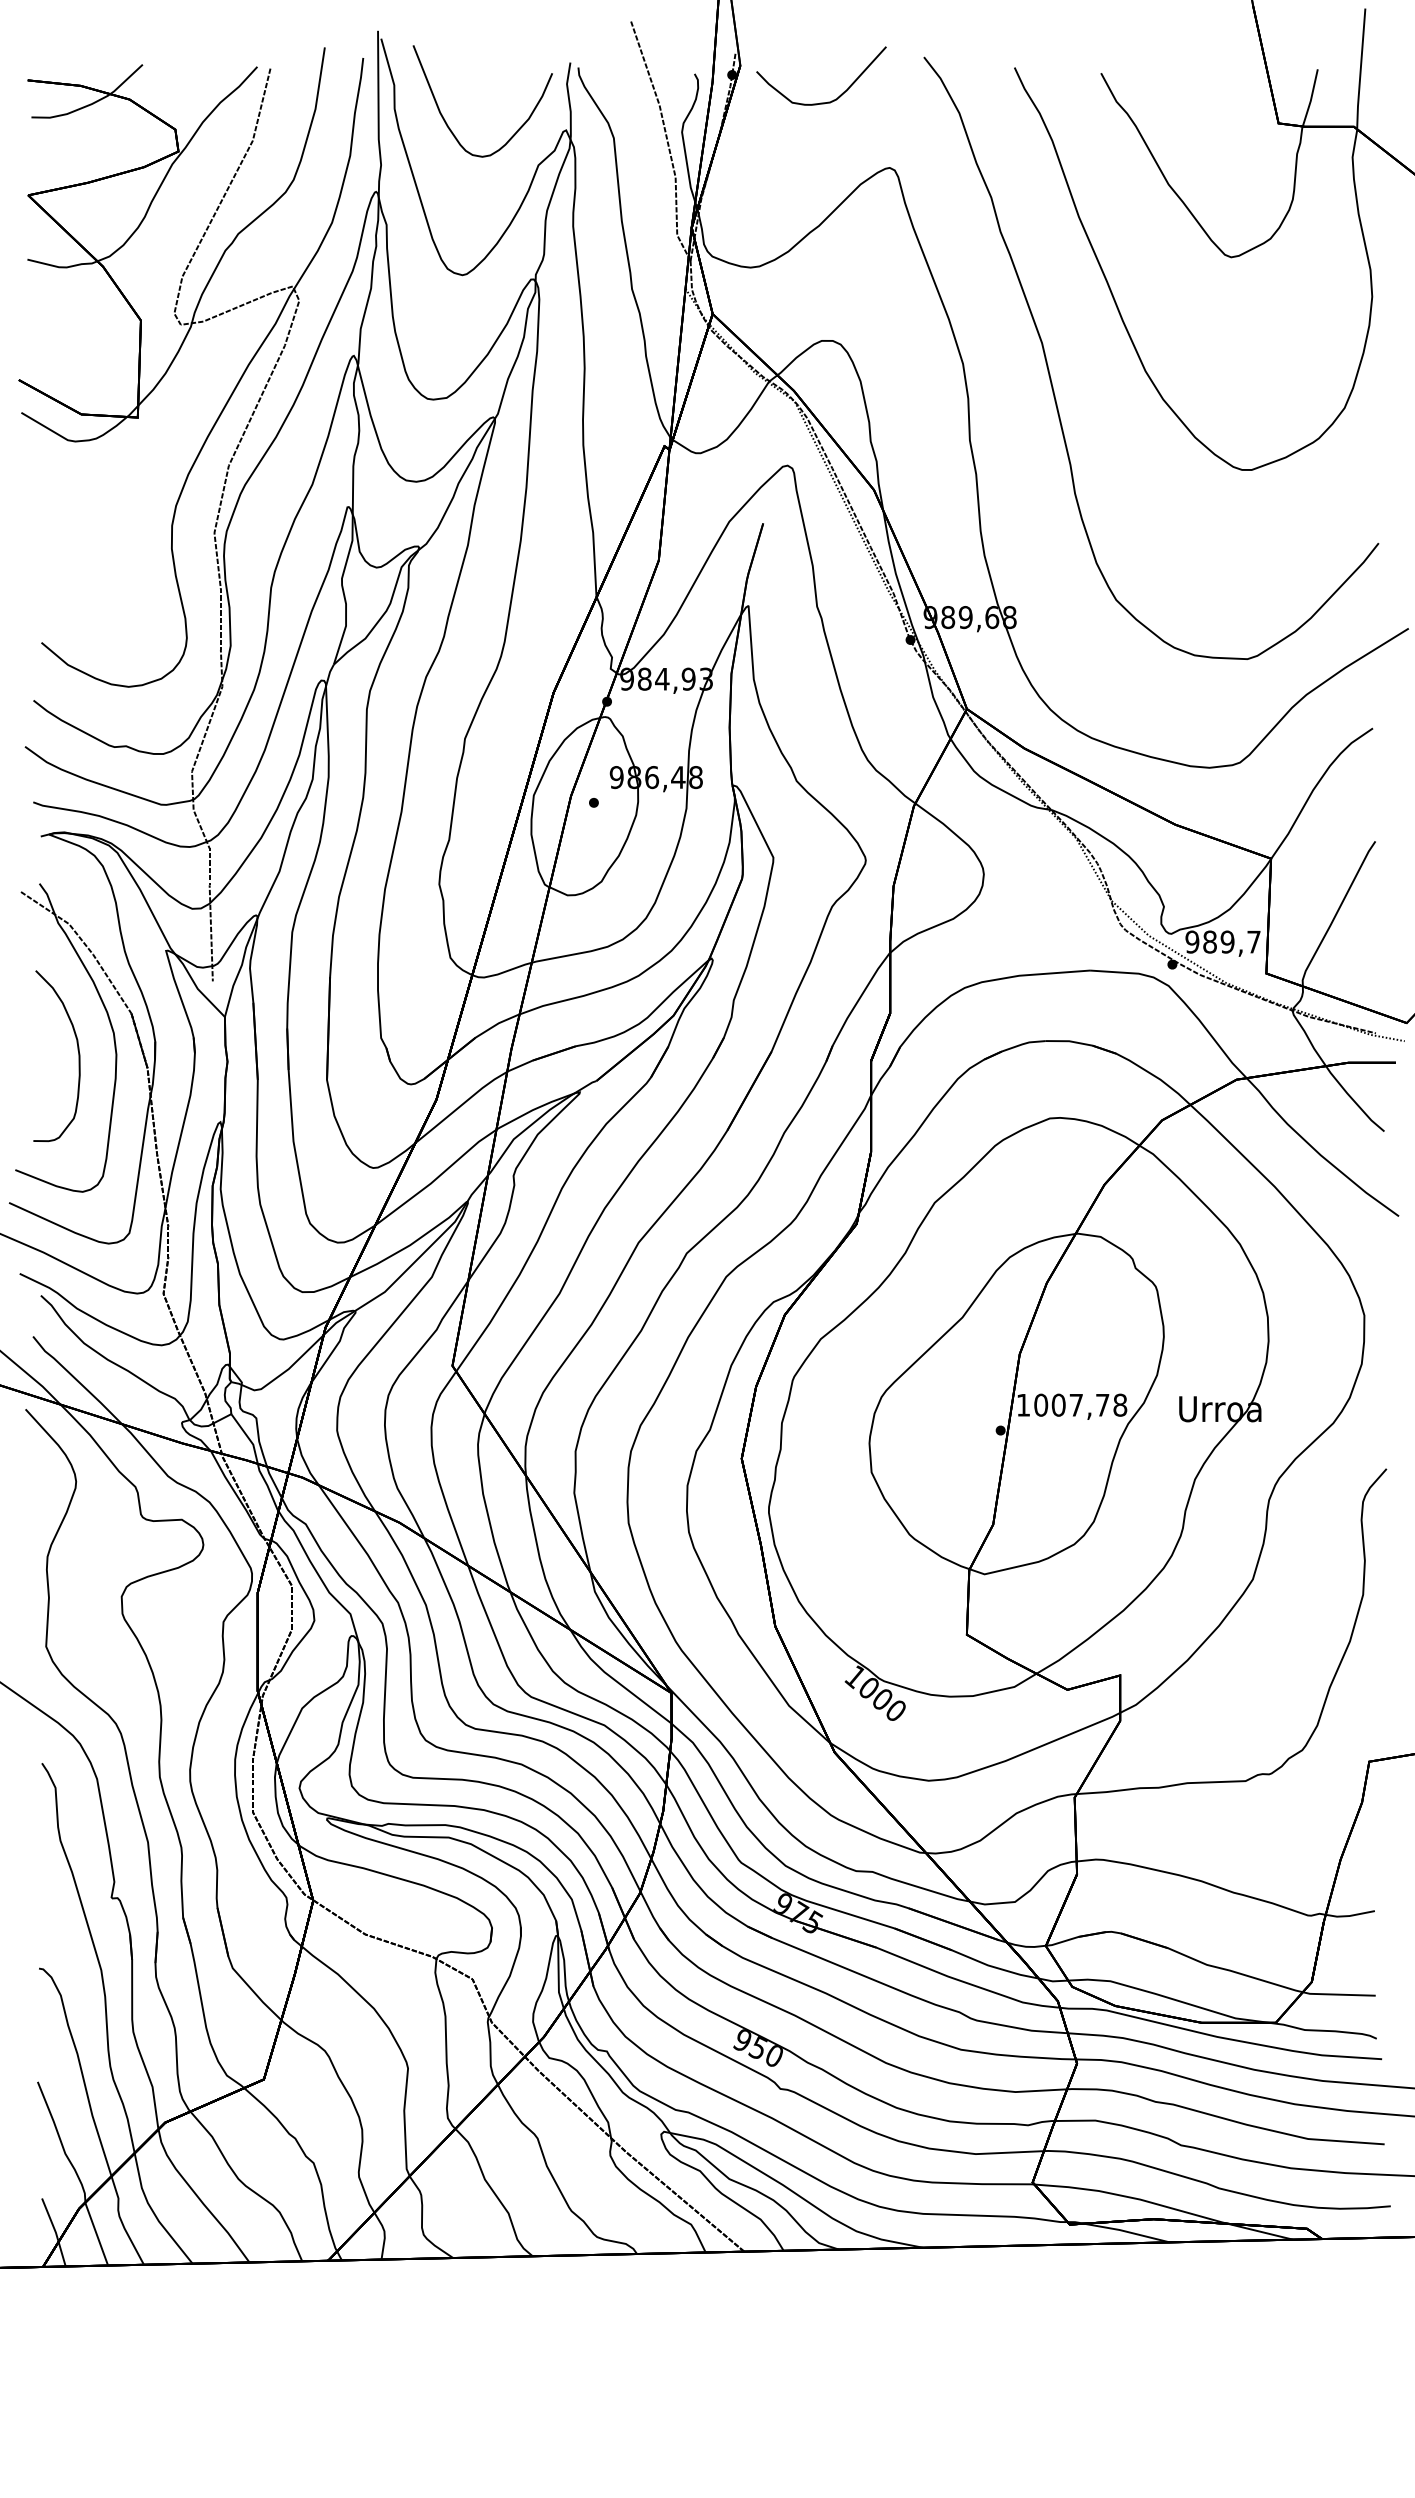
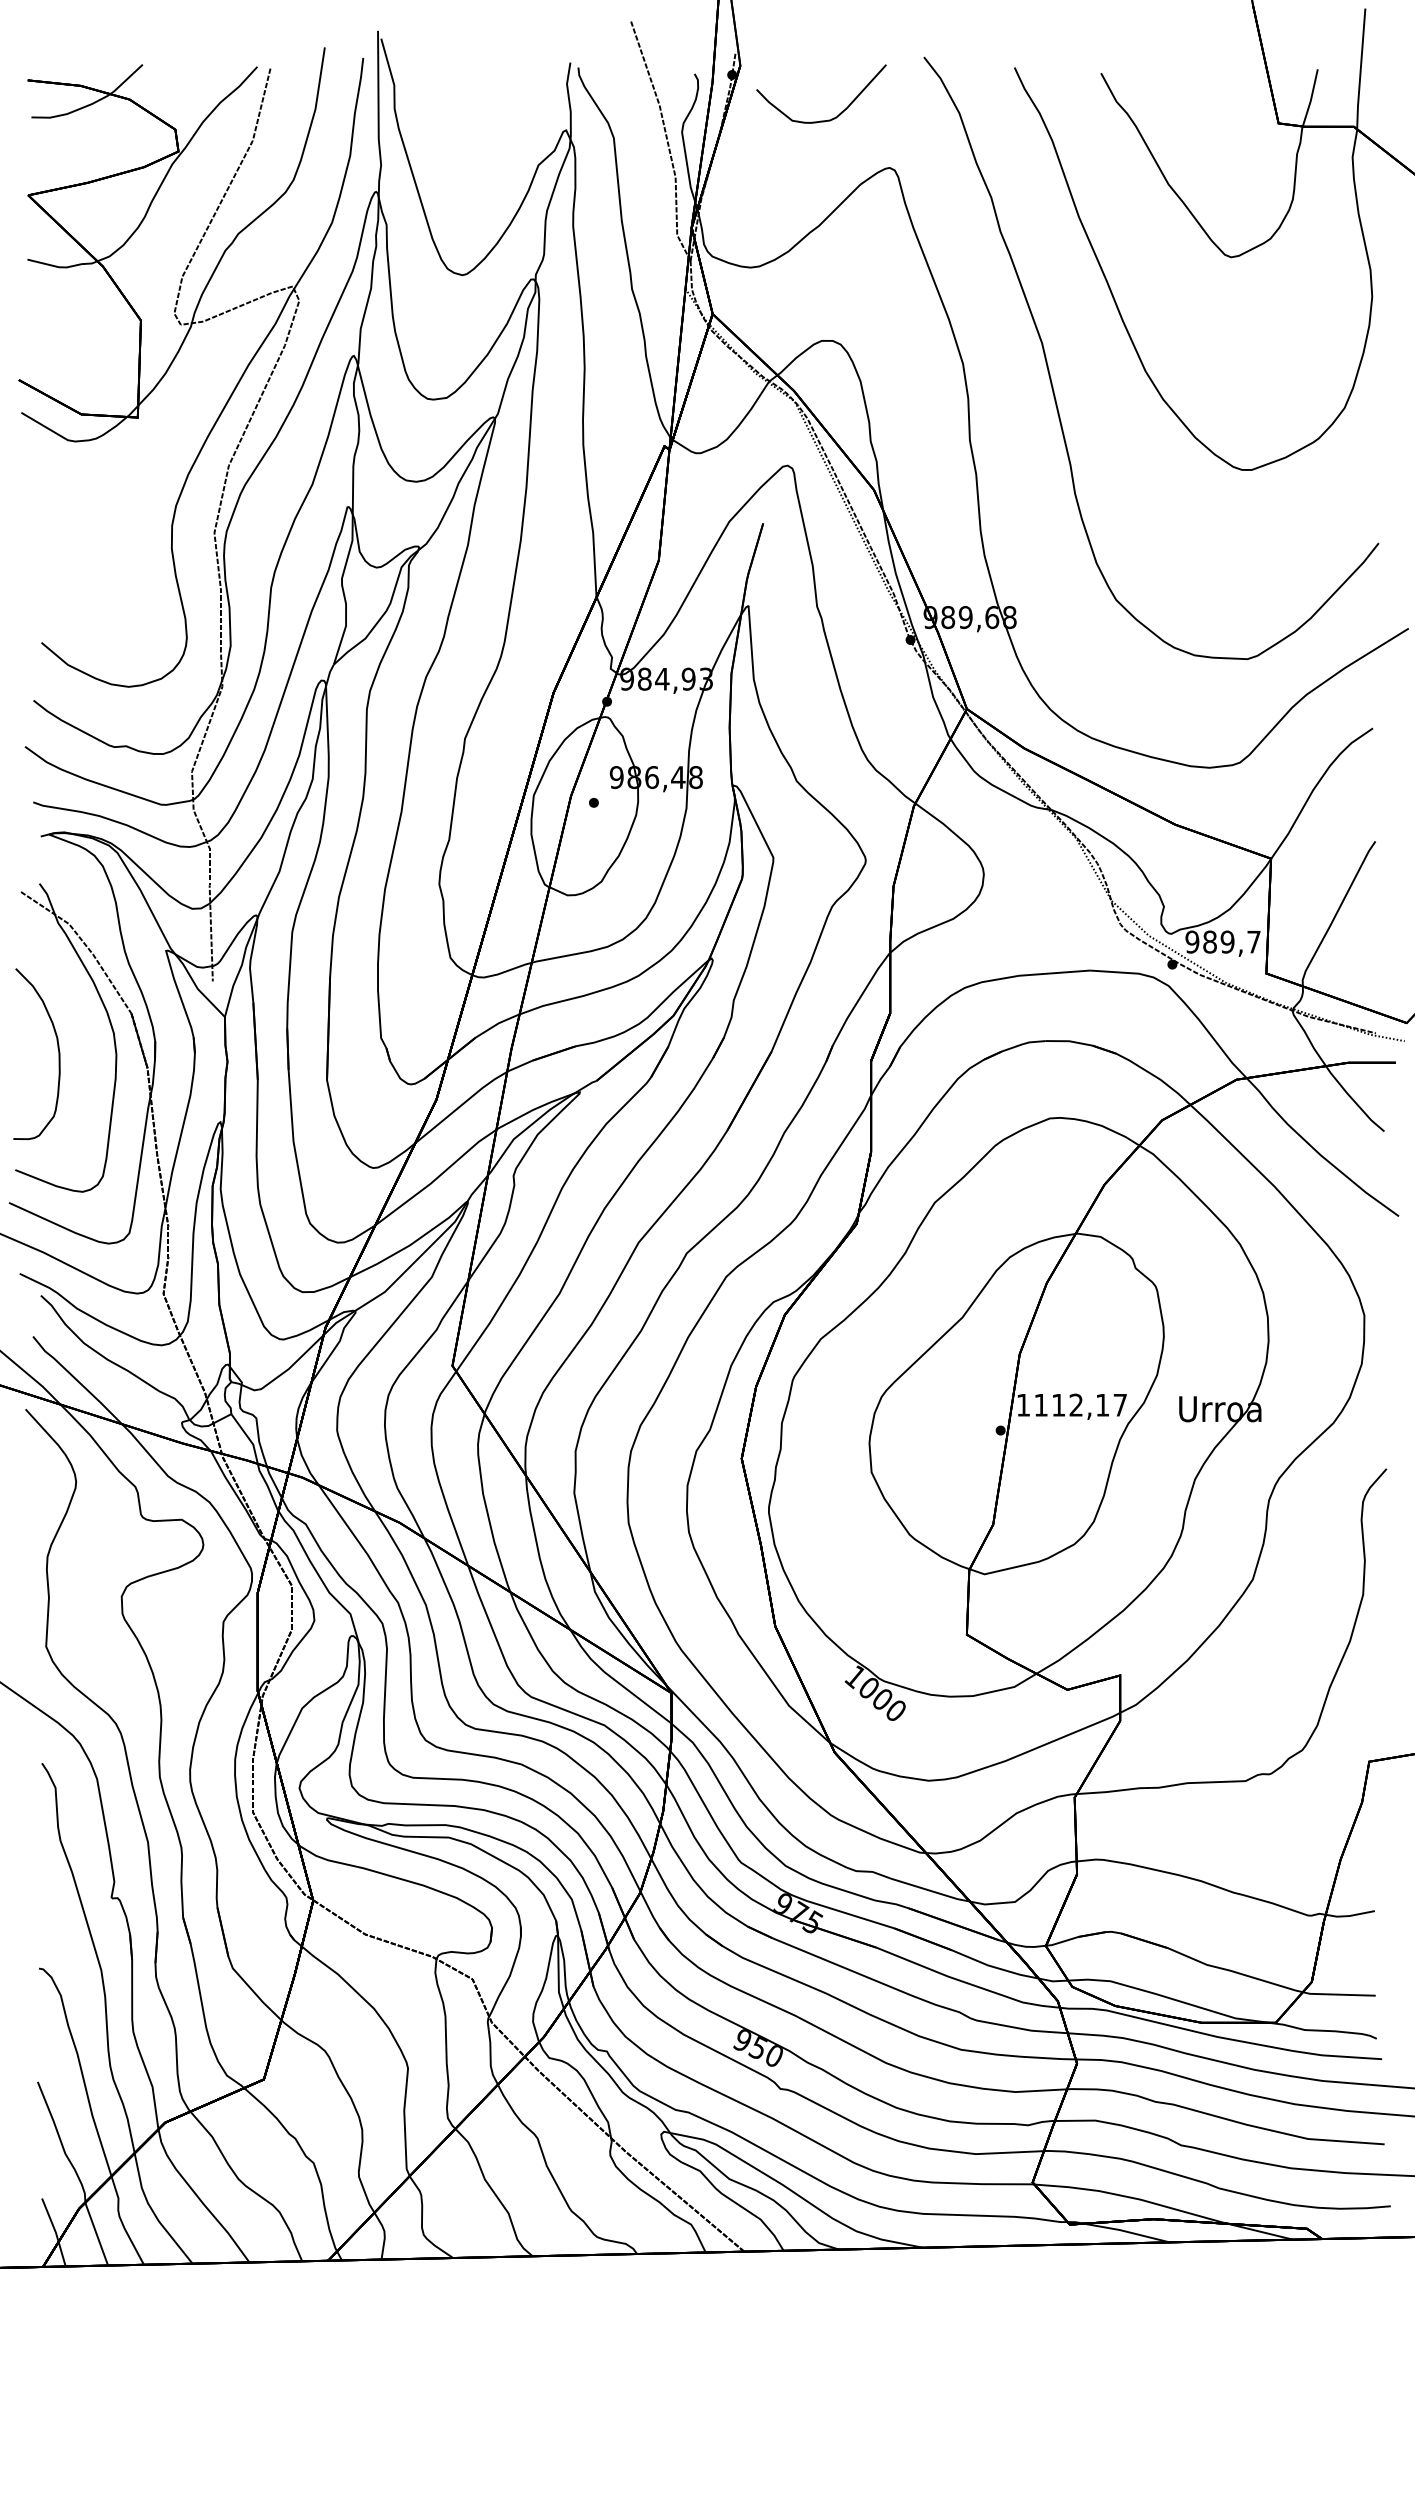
curve at (833, 99) position: (833, 99) -> (833, 117)
curve at (446, 121): present -> none
curve at (77, 1050) position: (77, 1050) -> (57, 1048)
text at (1080, 1404): 1007,78 -> 1112,17
